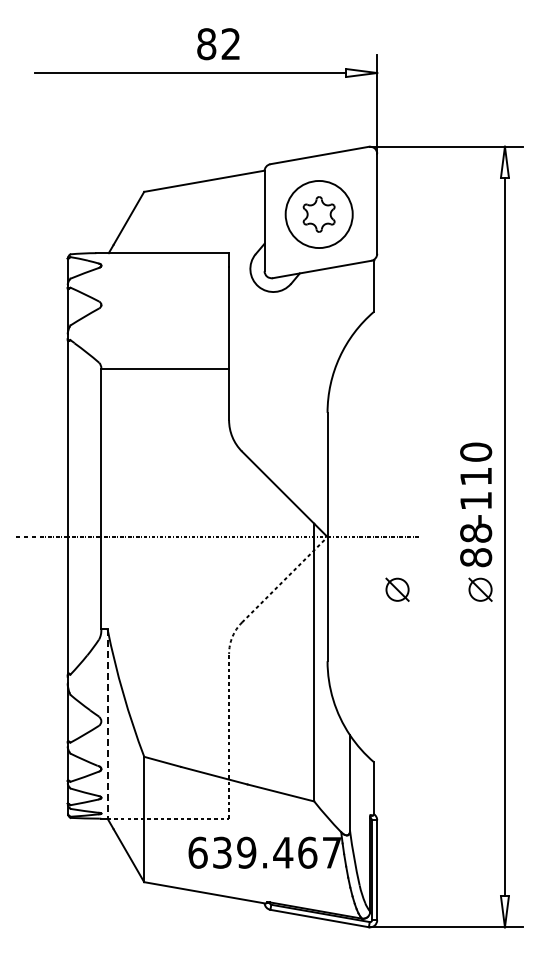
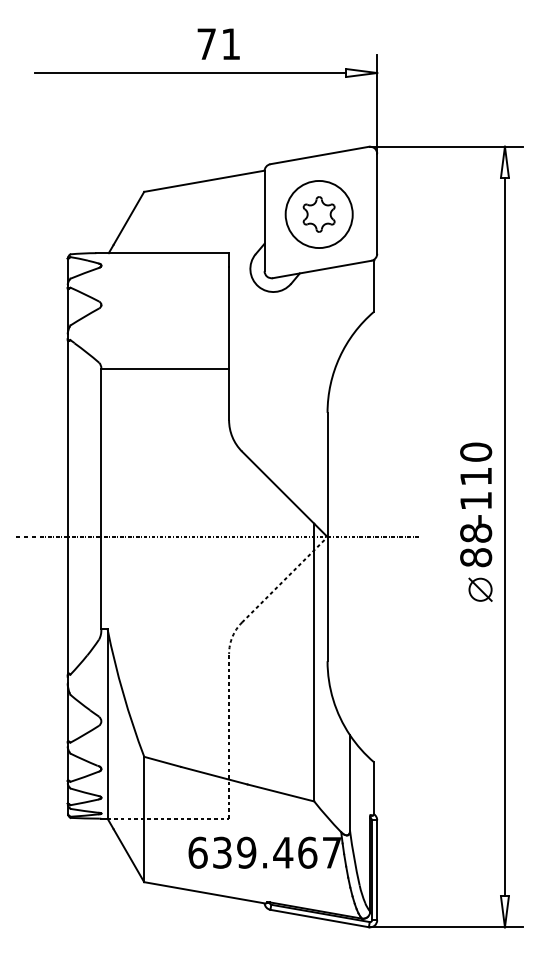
text at (218, 44): 82 -> 71
part at (397, 589): present -> none
line at (107, 723): dashed -> solid
